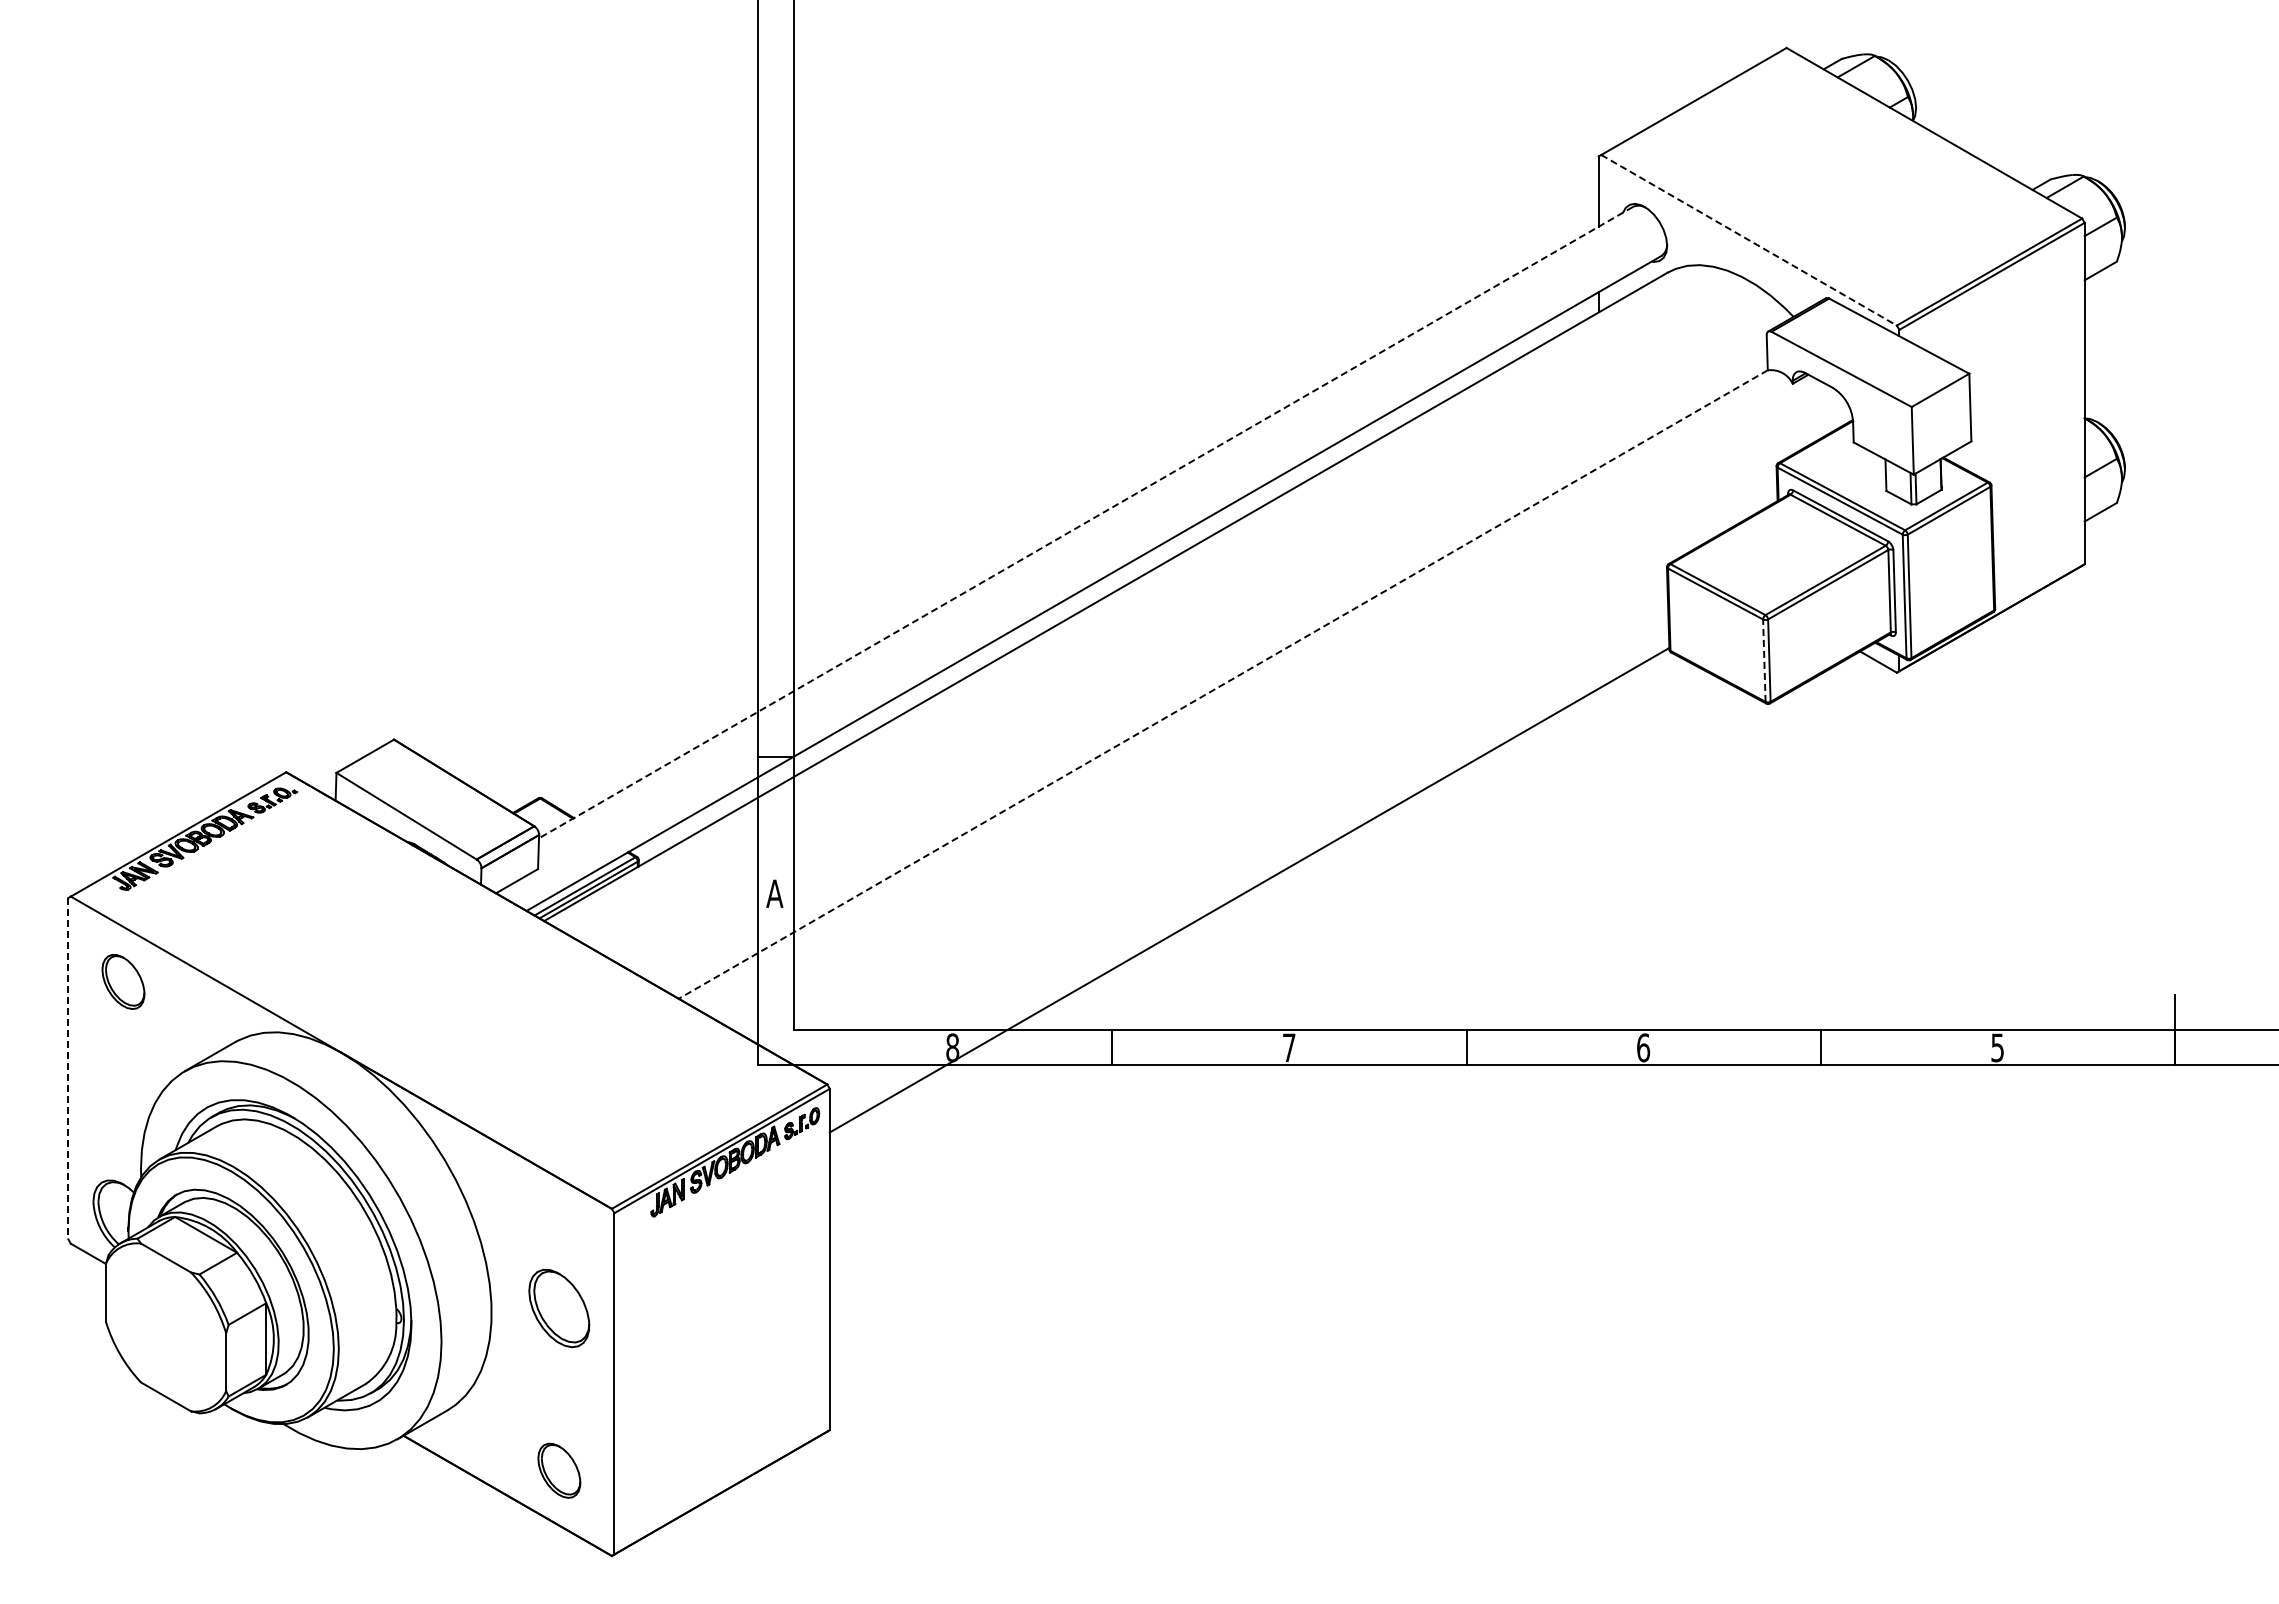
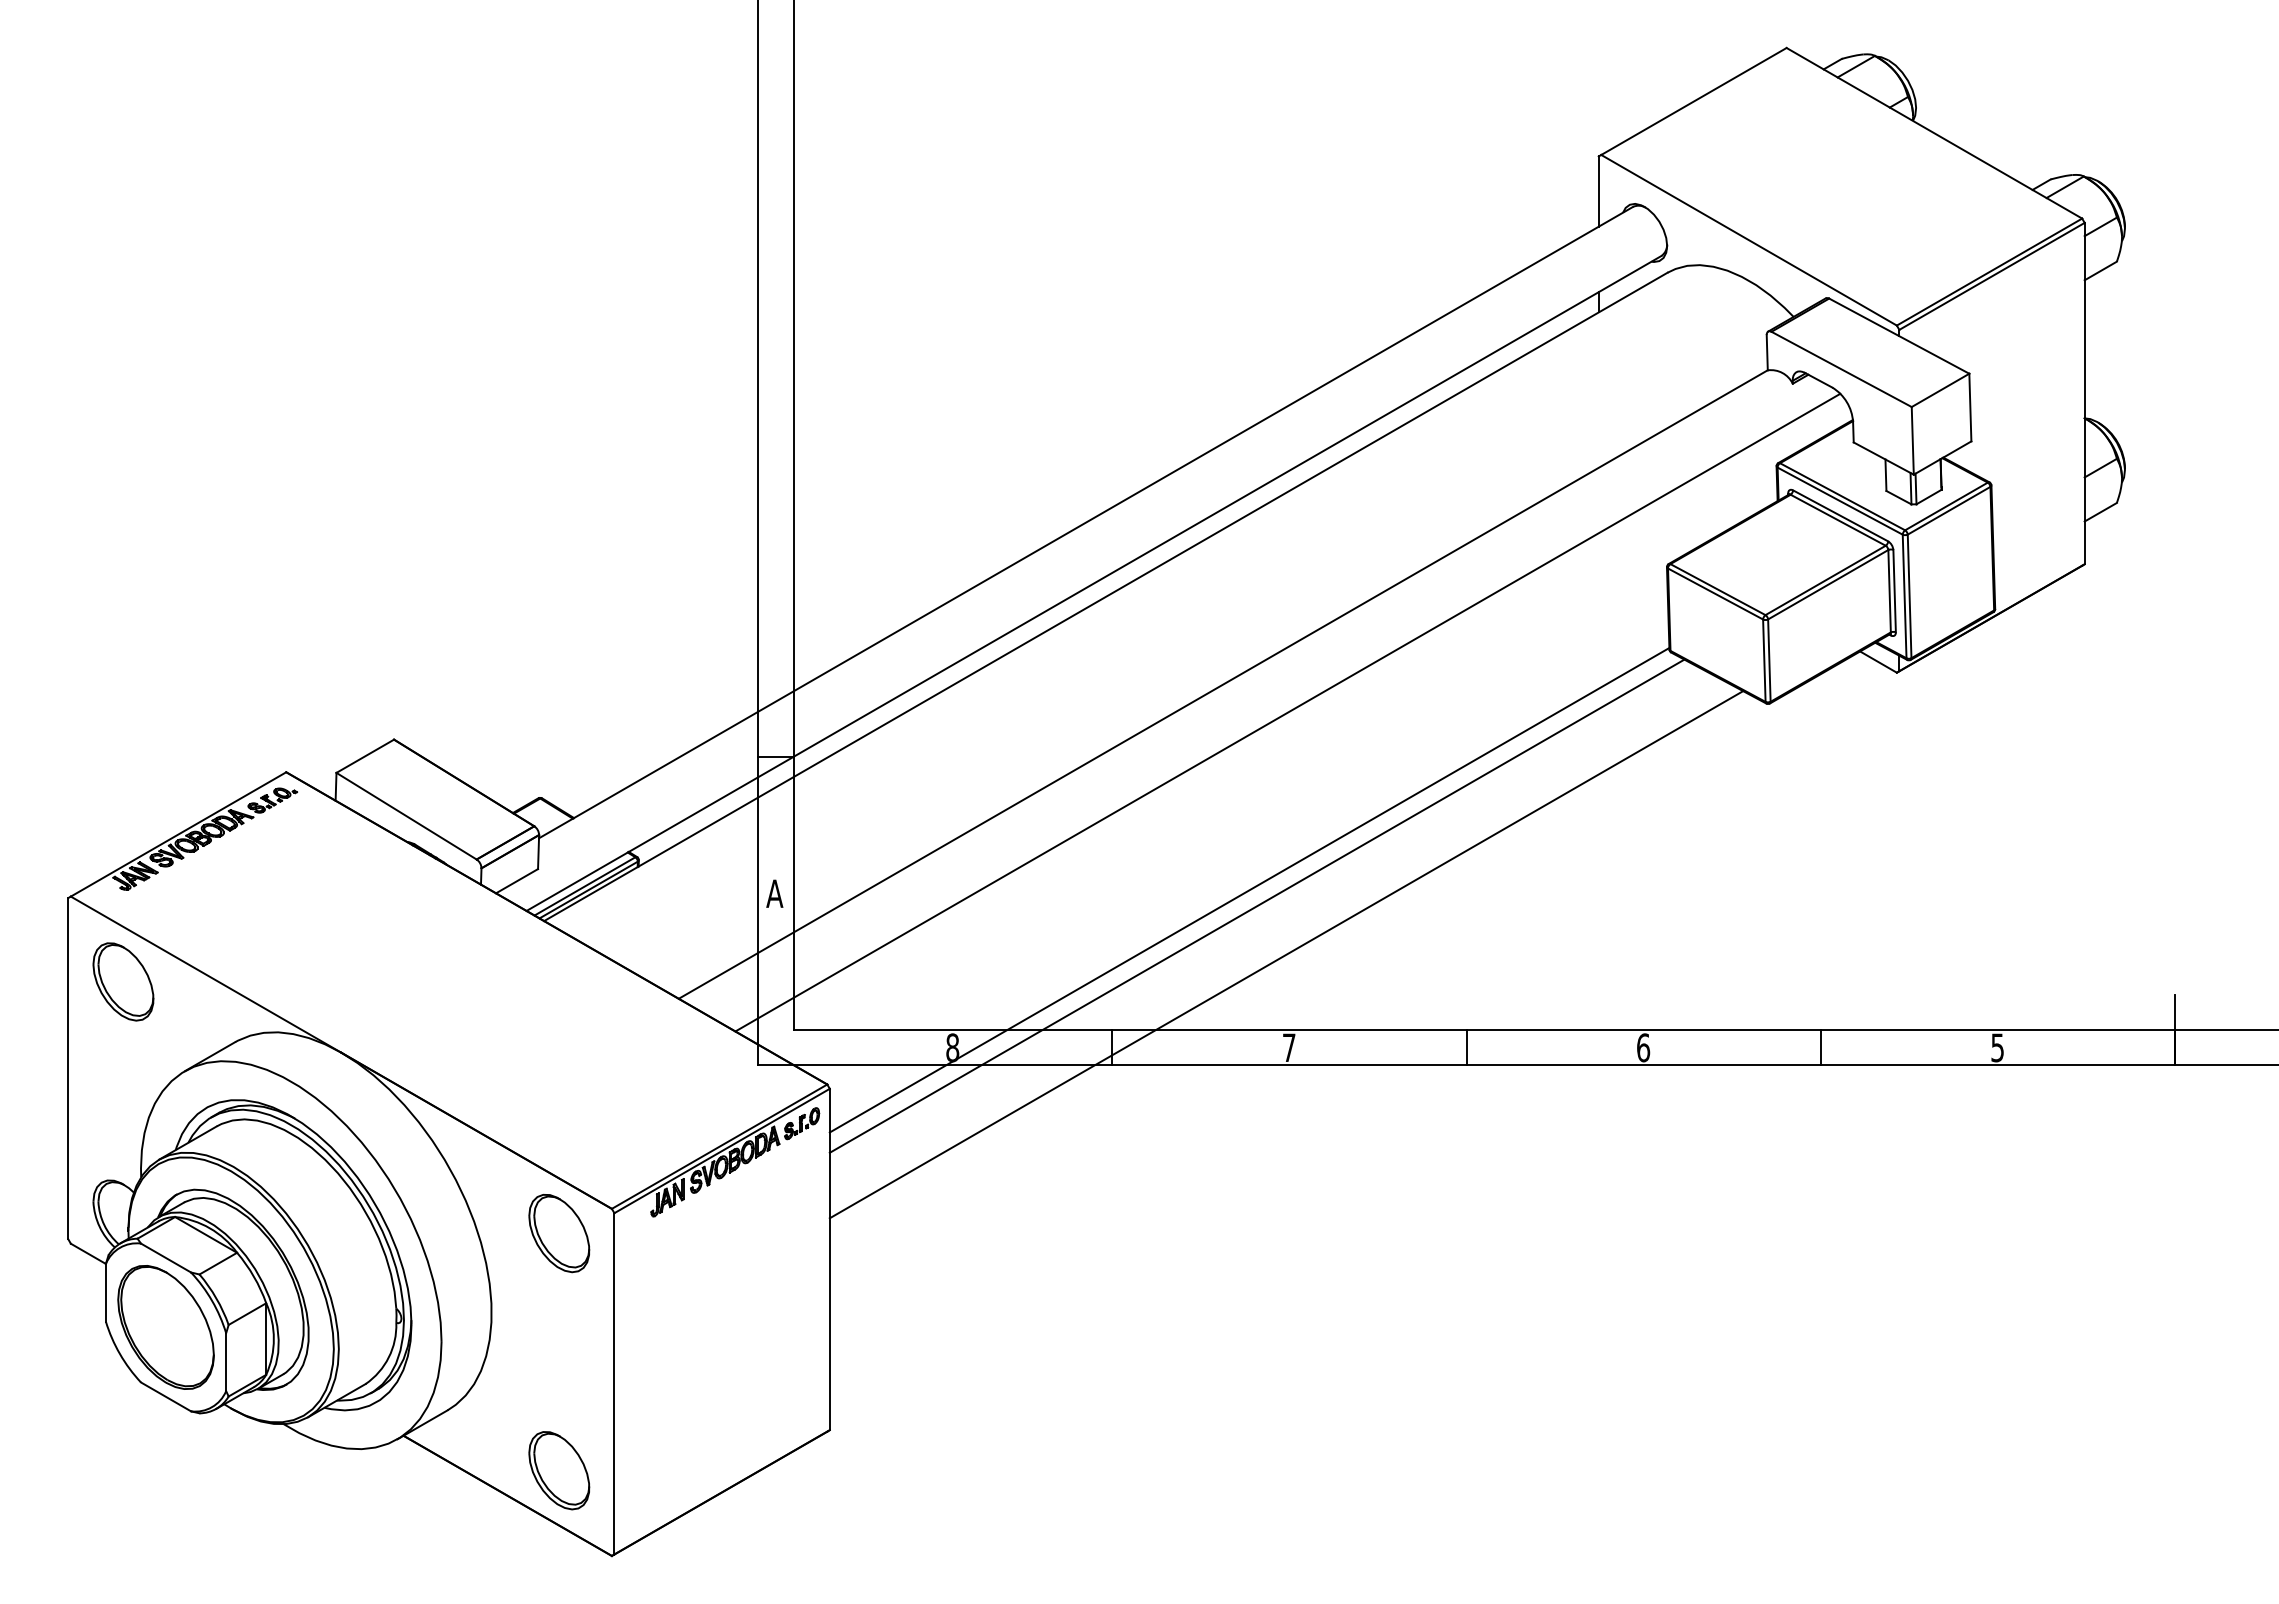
line at (1749, 240): dashed -> solid
line at (1086, 522): dashed -> solid
line at (1764, 660): dashed -> solid
line at (1223, 684): dashed -> solid
line at (1287, 712): none -> present
line at (1256, 905): none -> present
line at (1286, 954): none -> present
part at (123, 981) size: 45x56 px -> 63x80 px
line at (68, 1068): dashed -> solid
part at (559, 1308) position: (559, 1308) -> (559, 1233)
part at (165, 1327): none -> present
part at (559, 1470) size: 45x57 px -> 63x80 px
